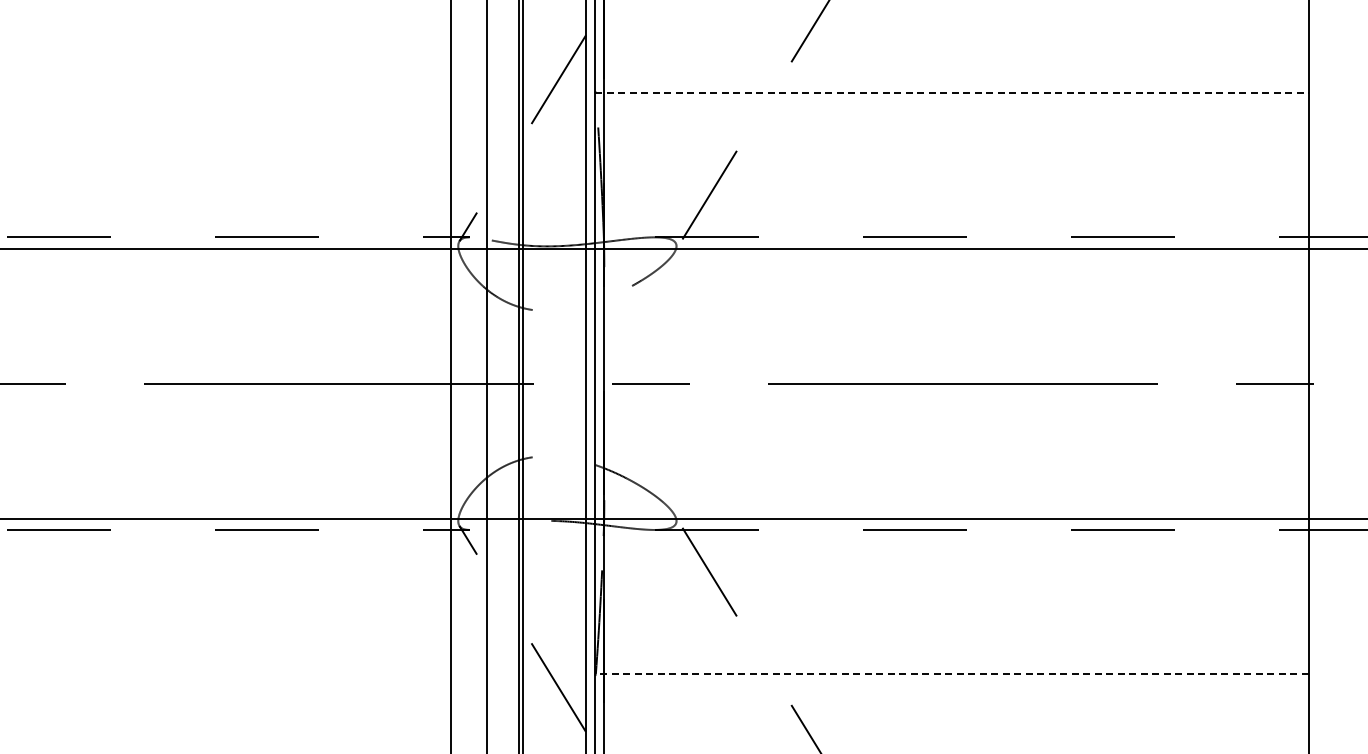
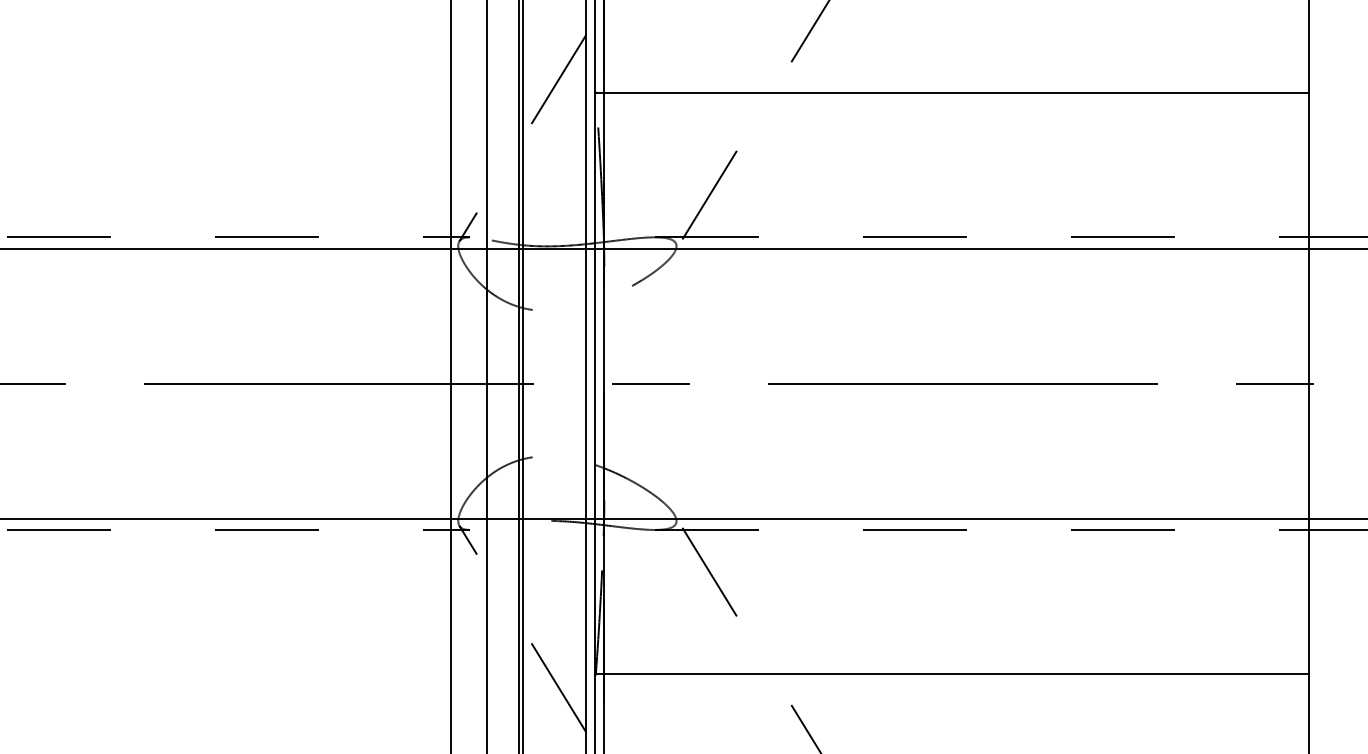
line at (952, 93): dashed -> solid
line at (952, 674): dashed -> solid
